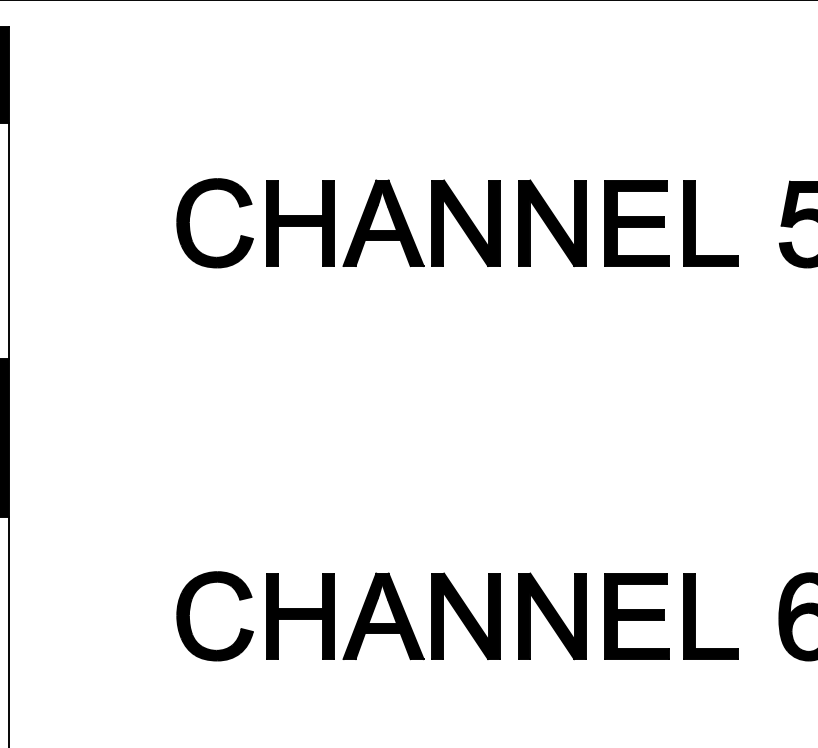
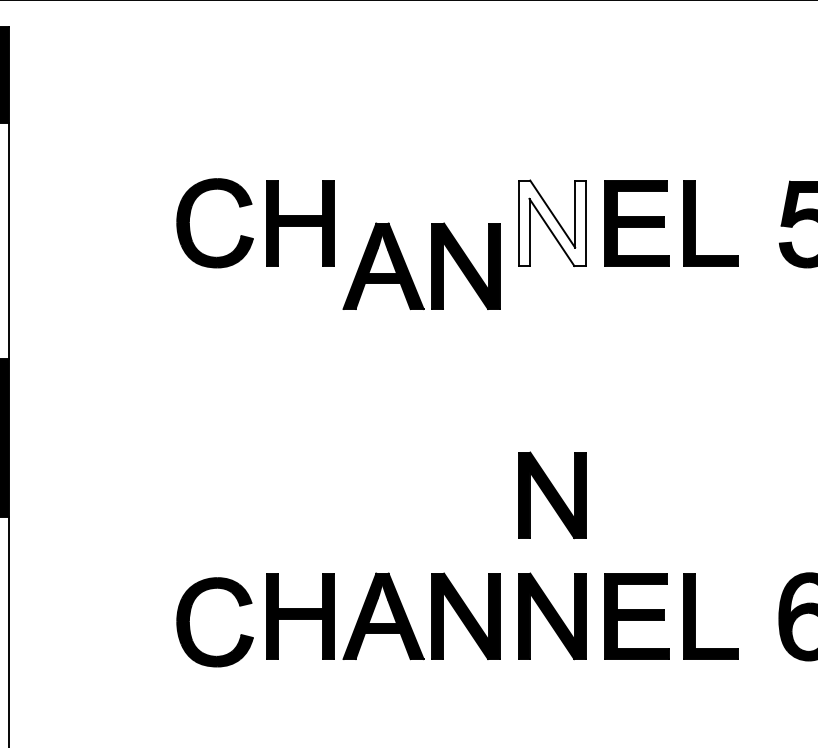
part at (431, 222) position: (431, 222) -> (431, 265)
fill at (551, 223): present -> none
part at (552, 495): none -> present
part at (190, 621) position: (190, 621) -> (190, 627)
